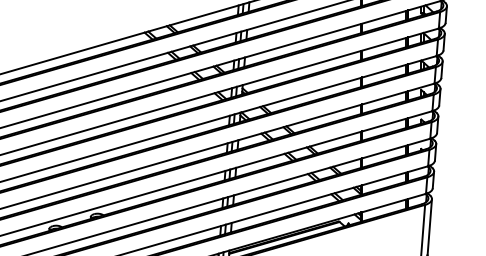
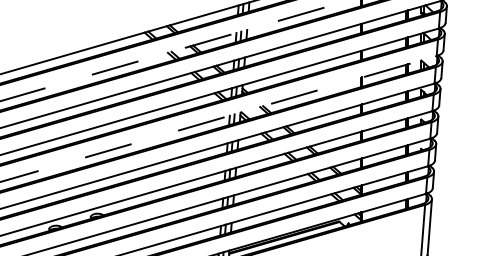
line at (176, 50): solid -> dashed
line at (218, 119): solid -> dashed
